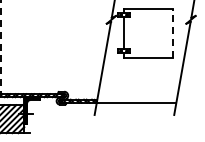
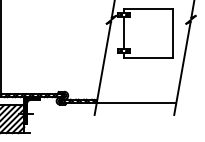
line at (173, 33): dashed -> solid
line at (1, 47): dashed -> solid
